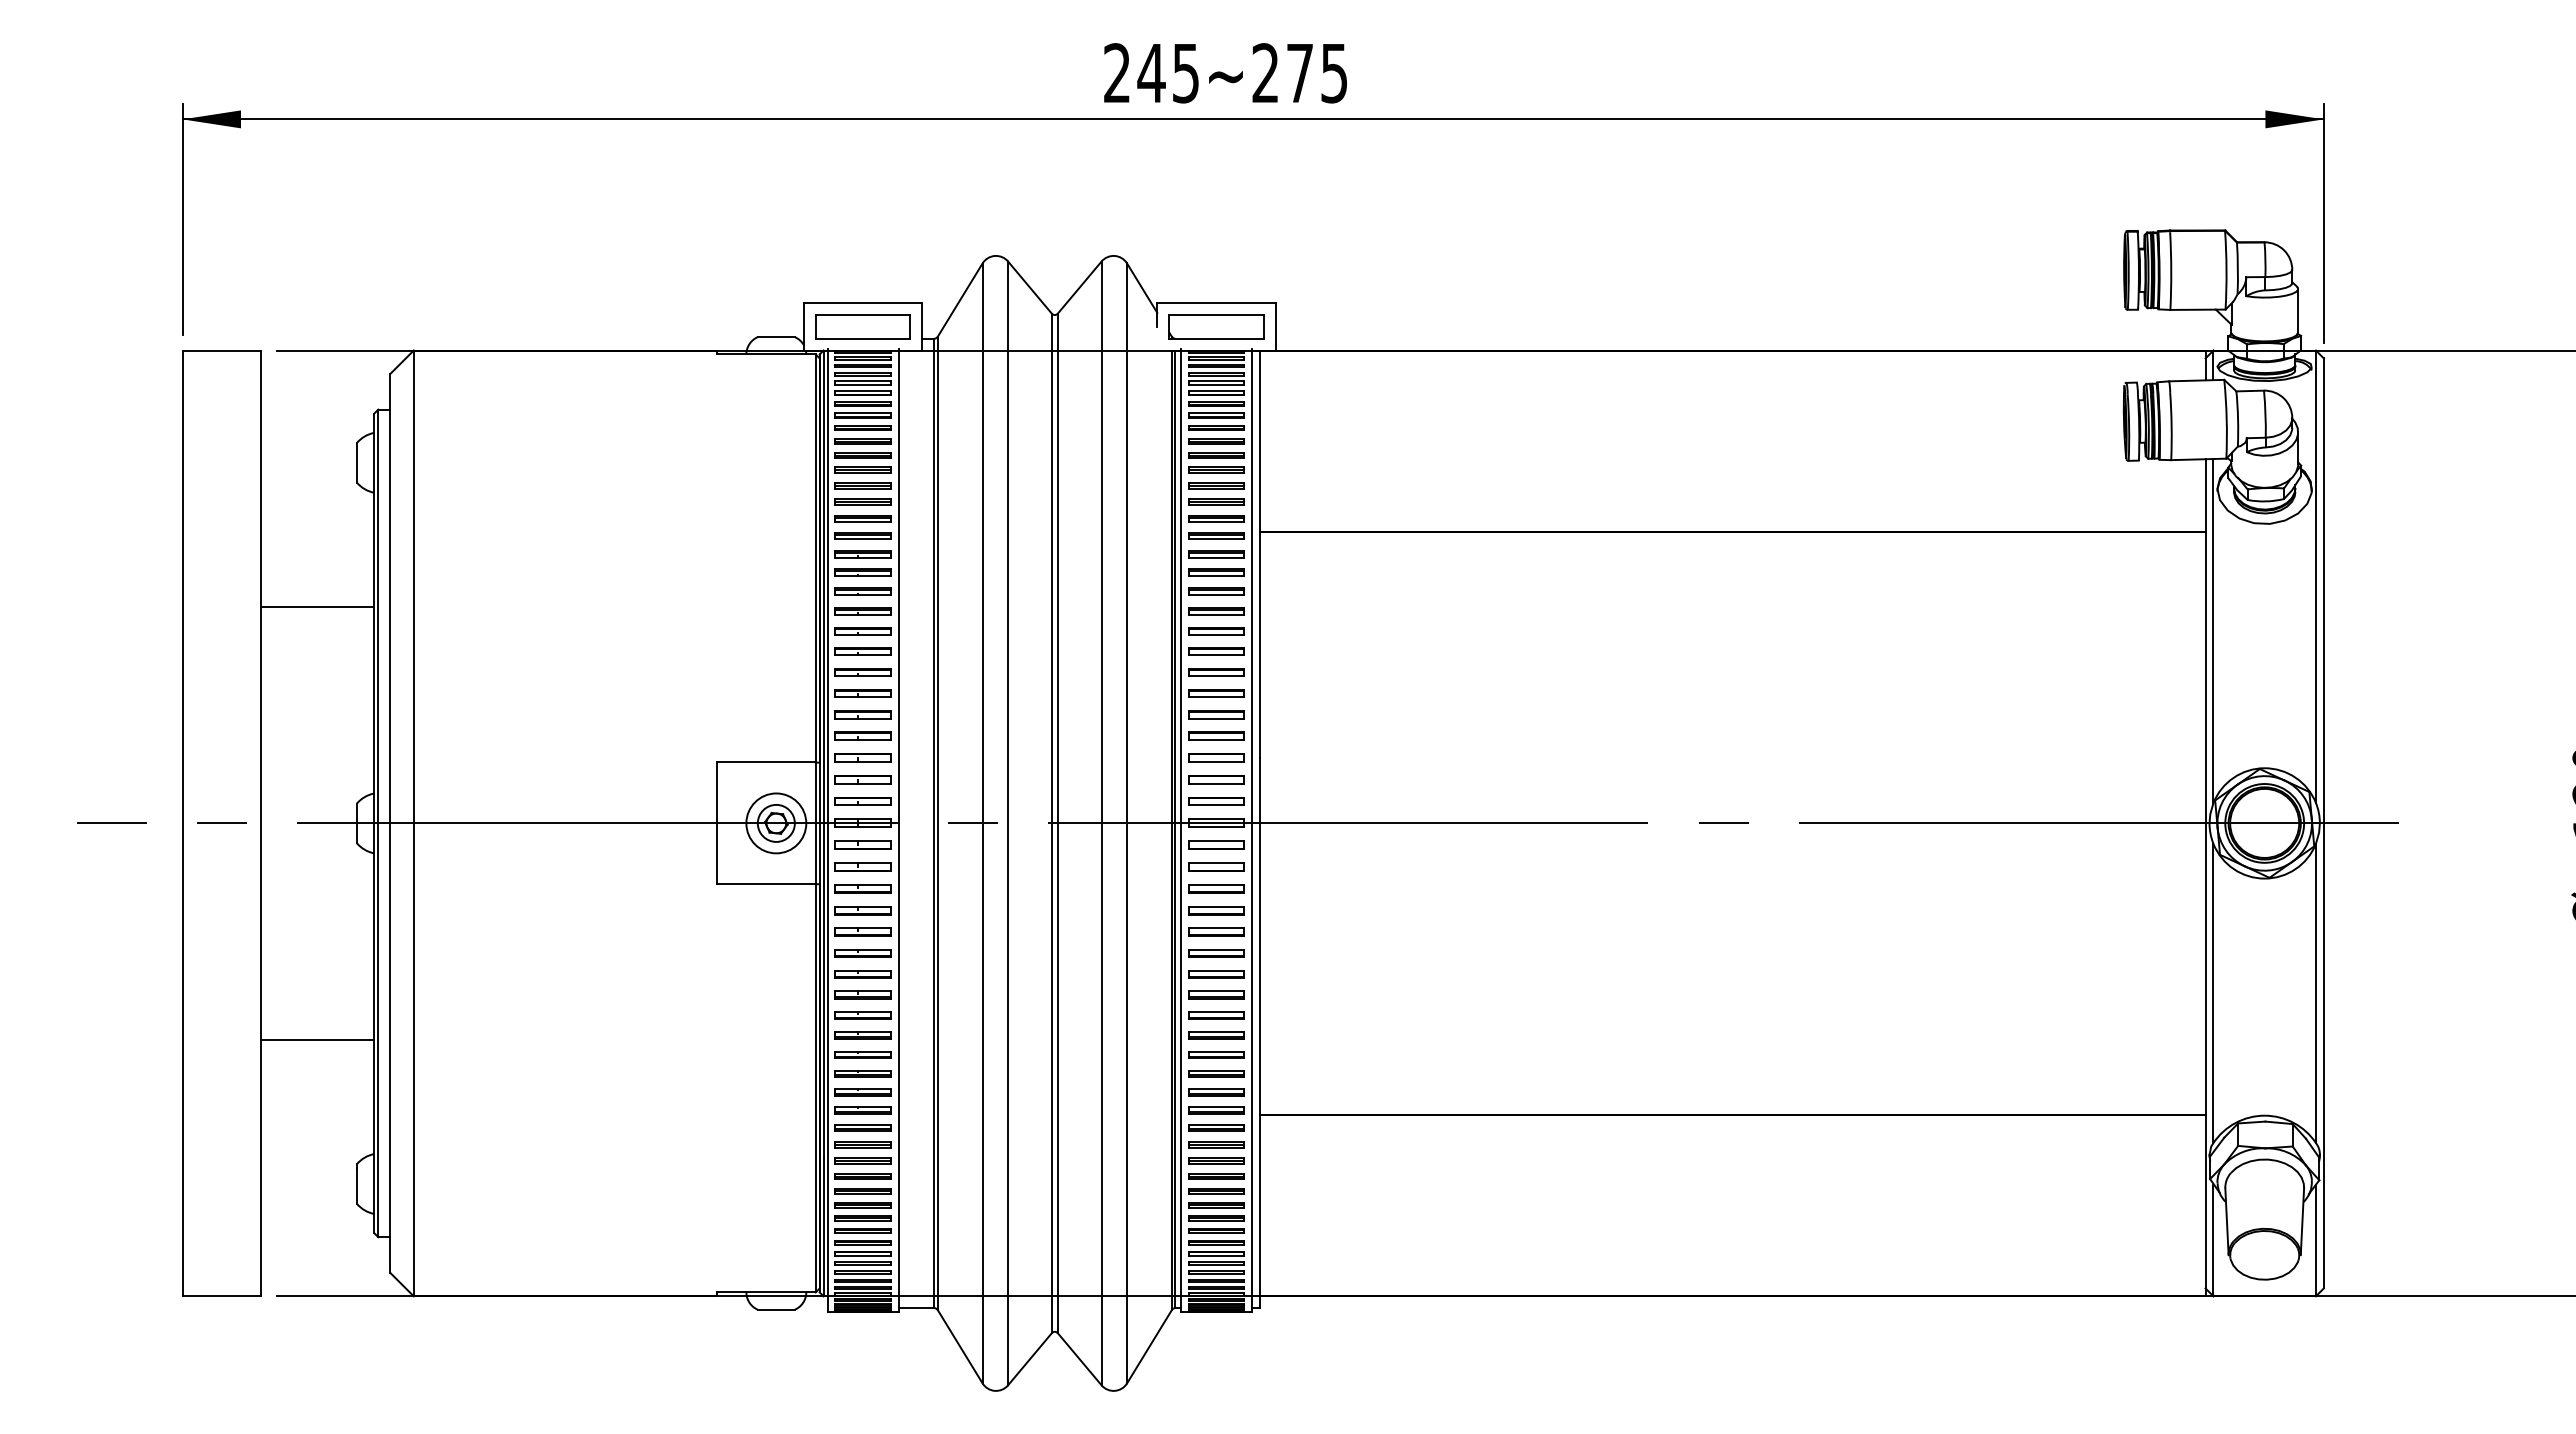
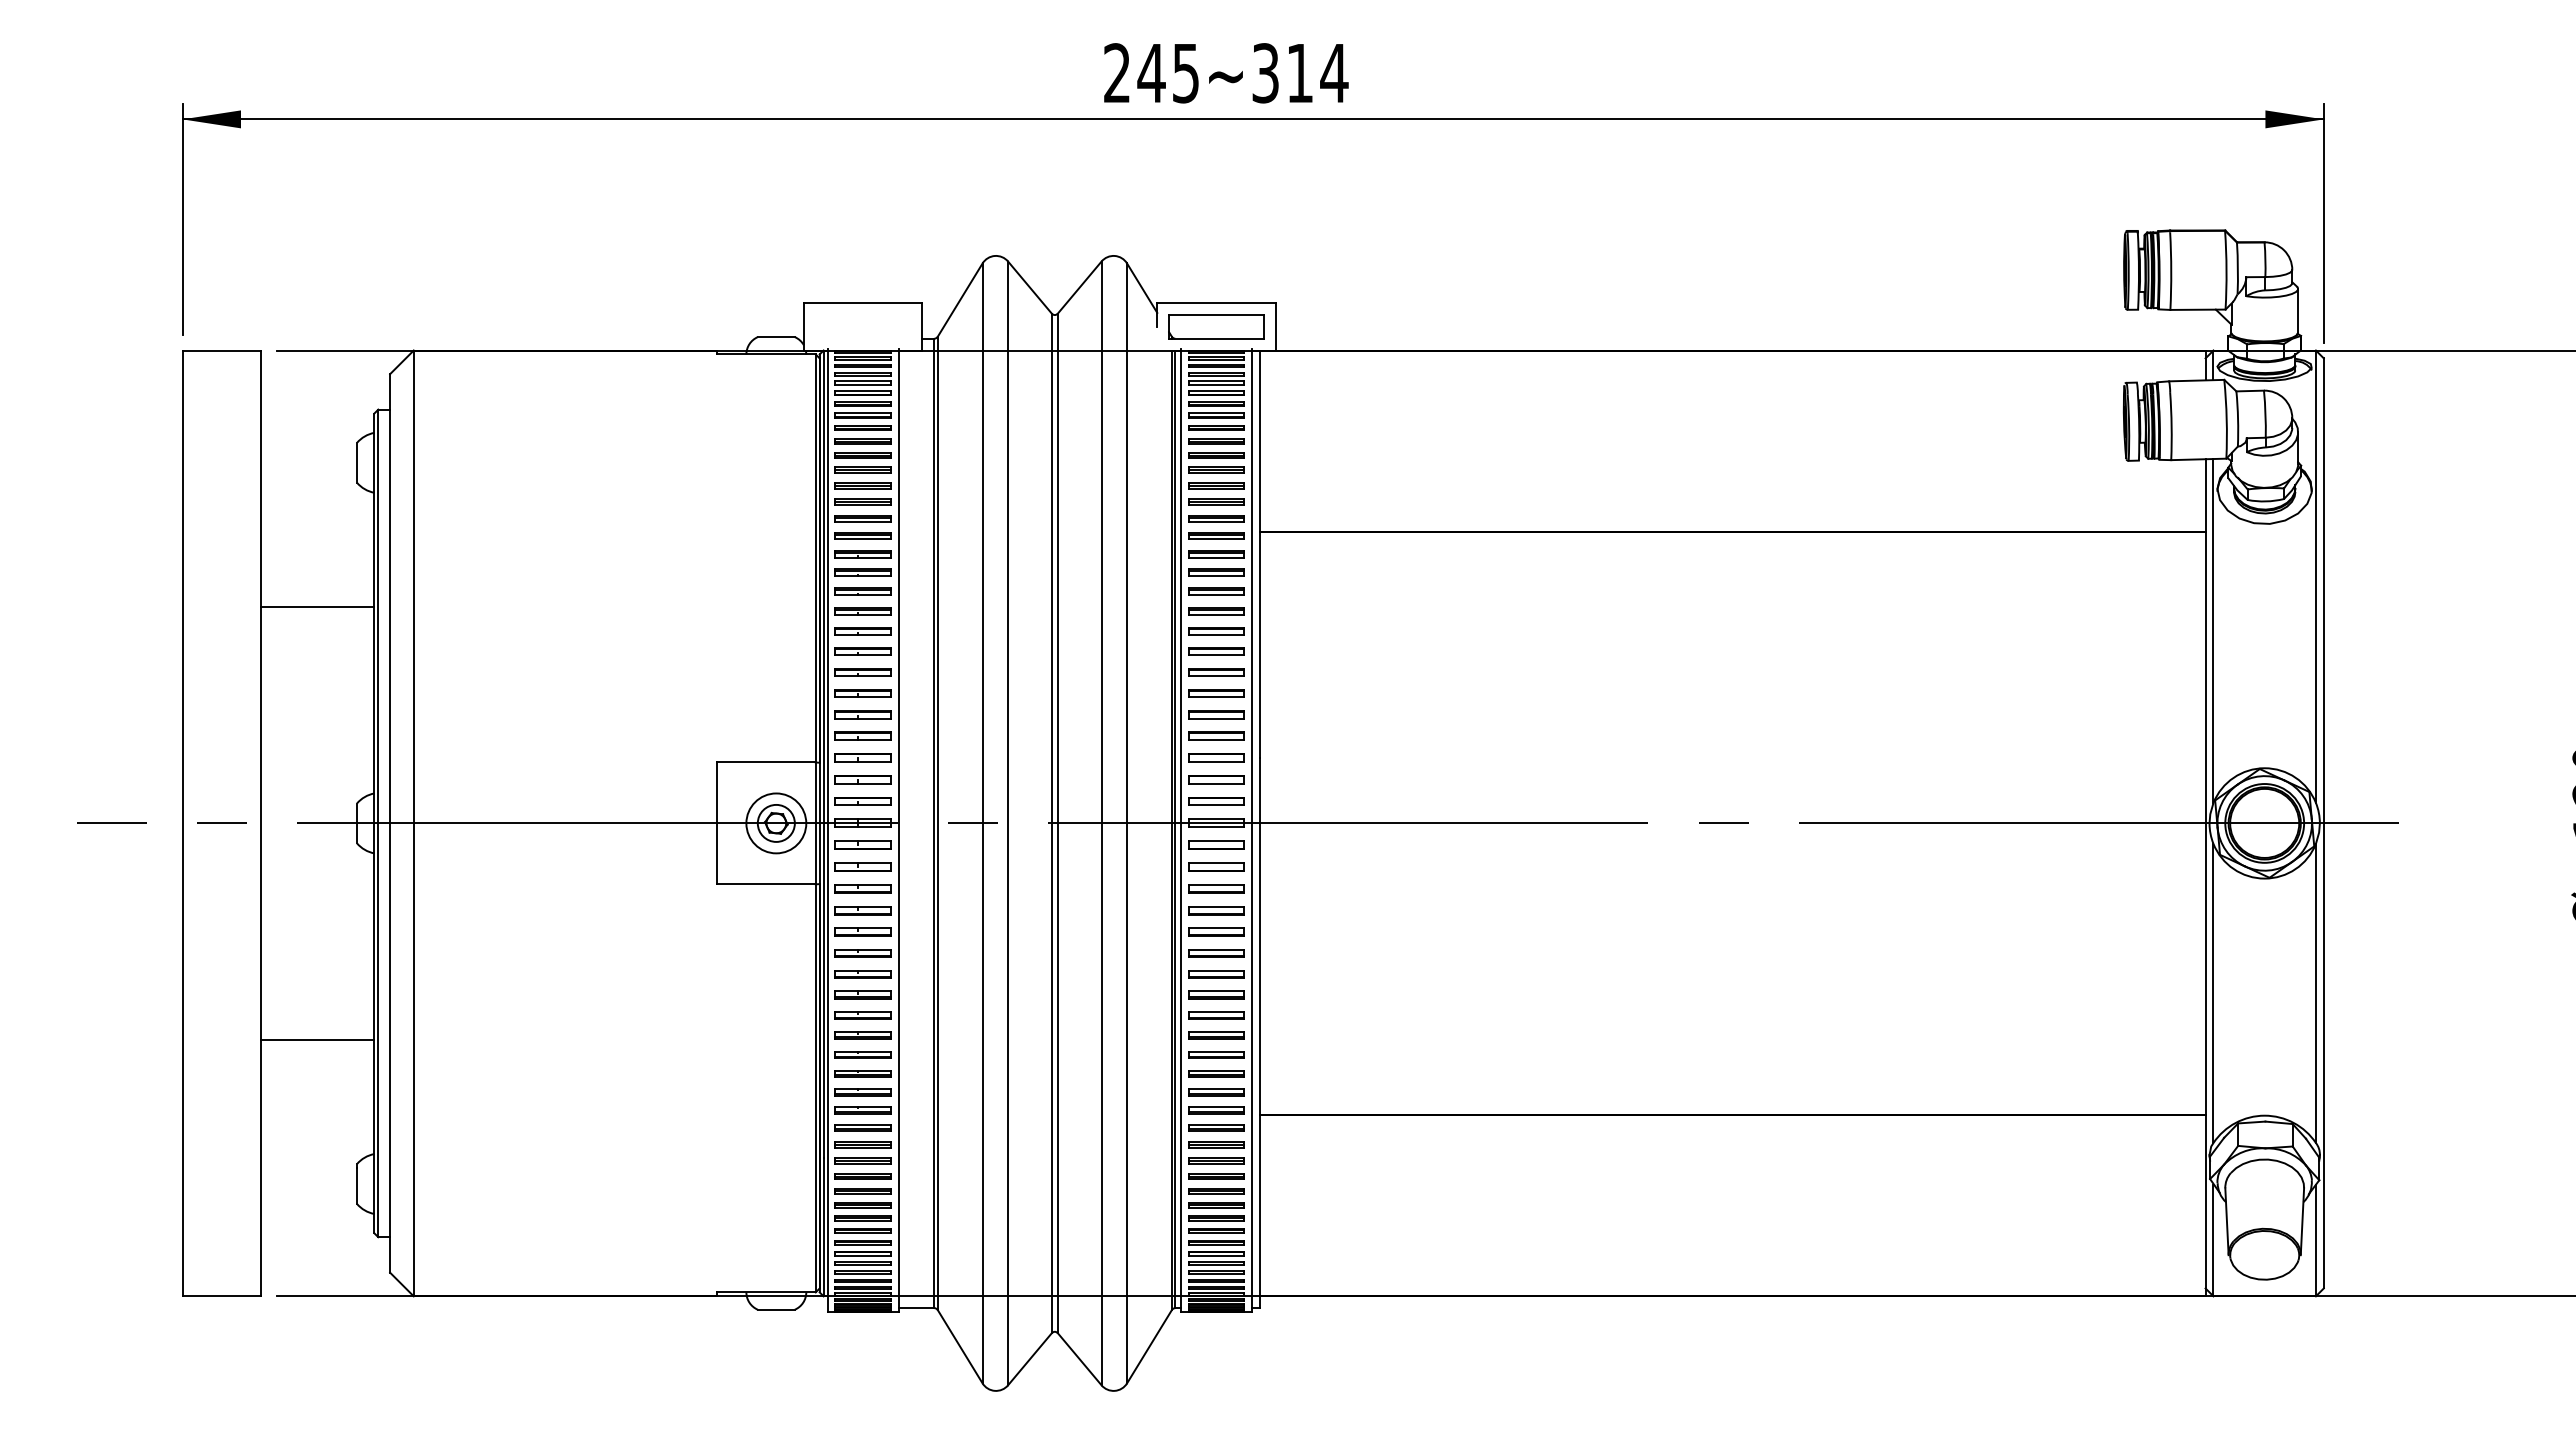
text at (1300, 73): 245~275 -> 245~314
part at (862, 326): present -> none
